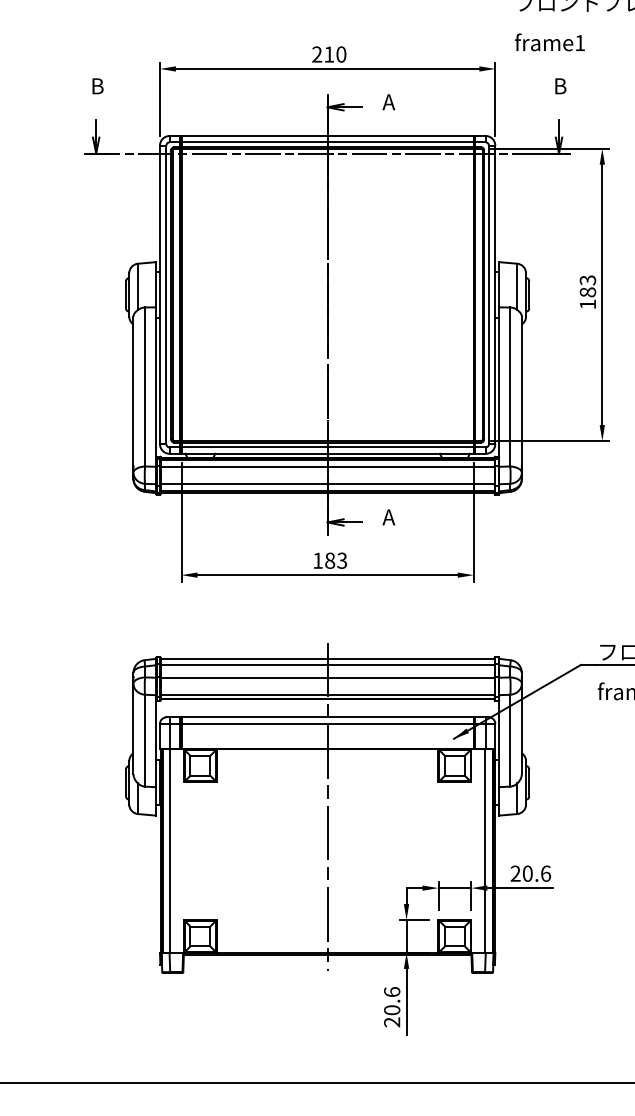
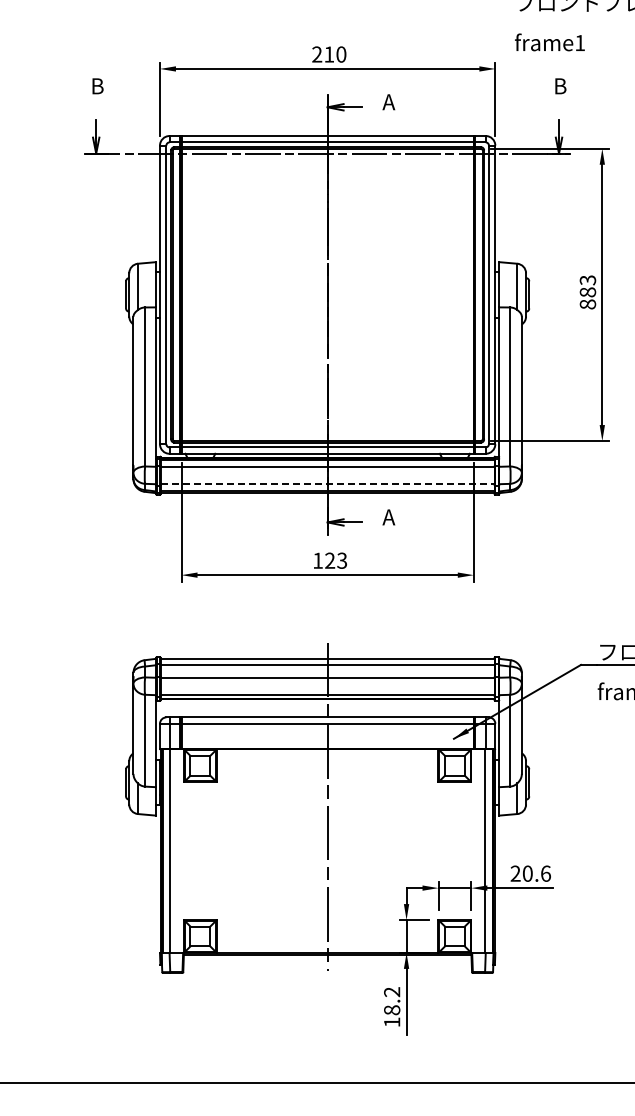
text at (587, 304): 183 -> 883
line at (327, 484): solid -> dashed
text at (330, 560): 183 -> 123
text at (392, 1007): 20.6 -> 18.2
